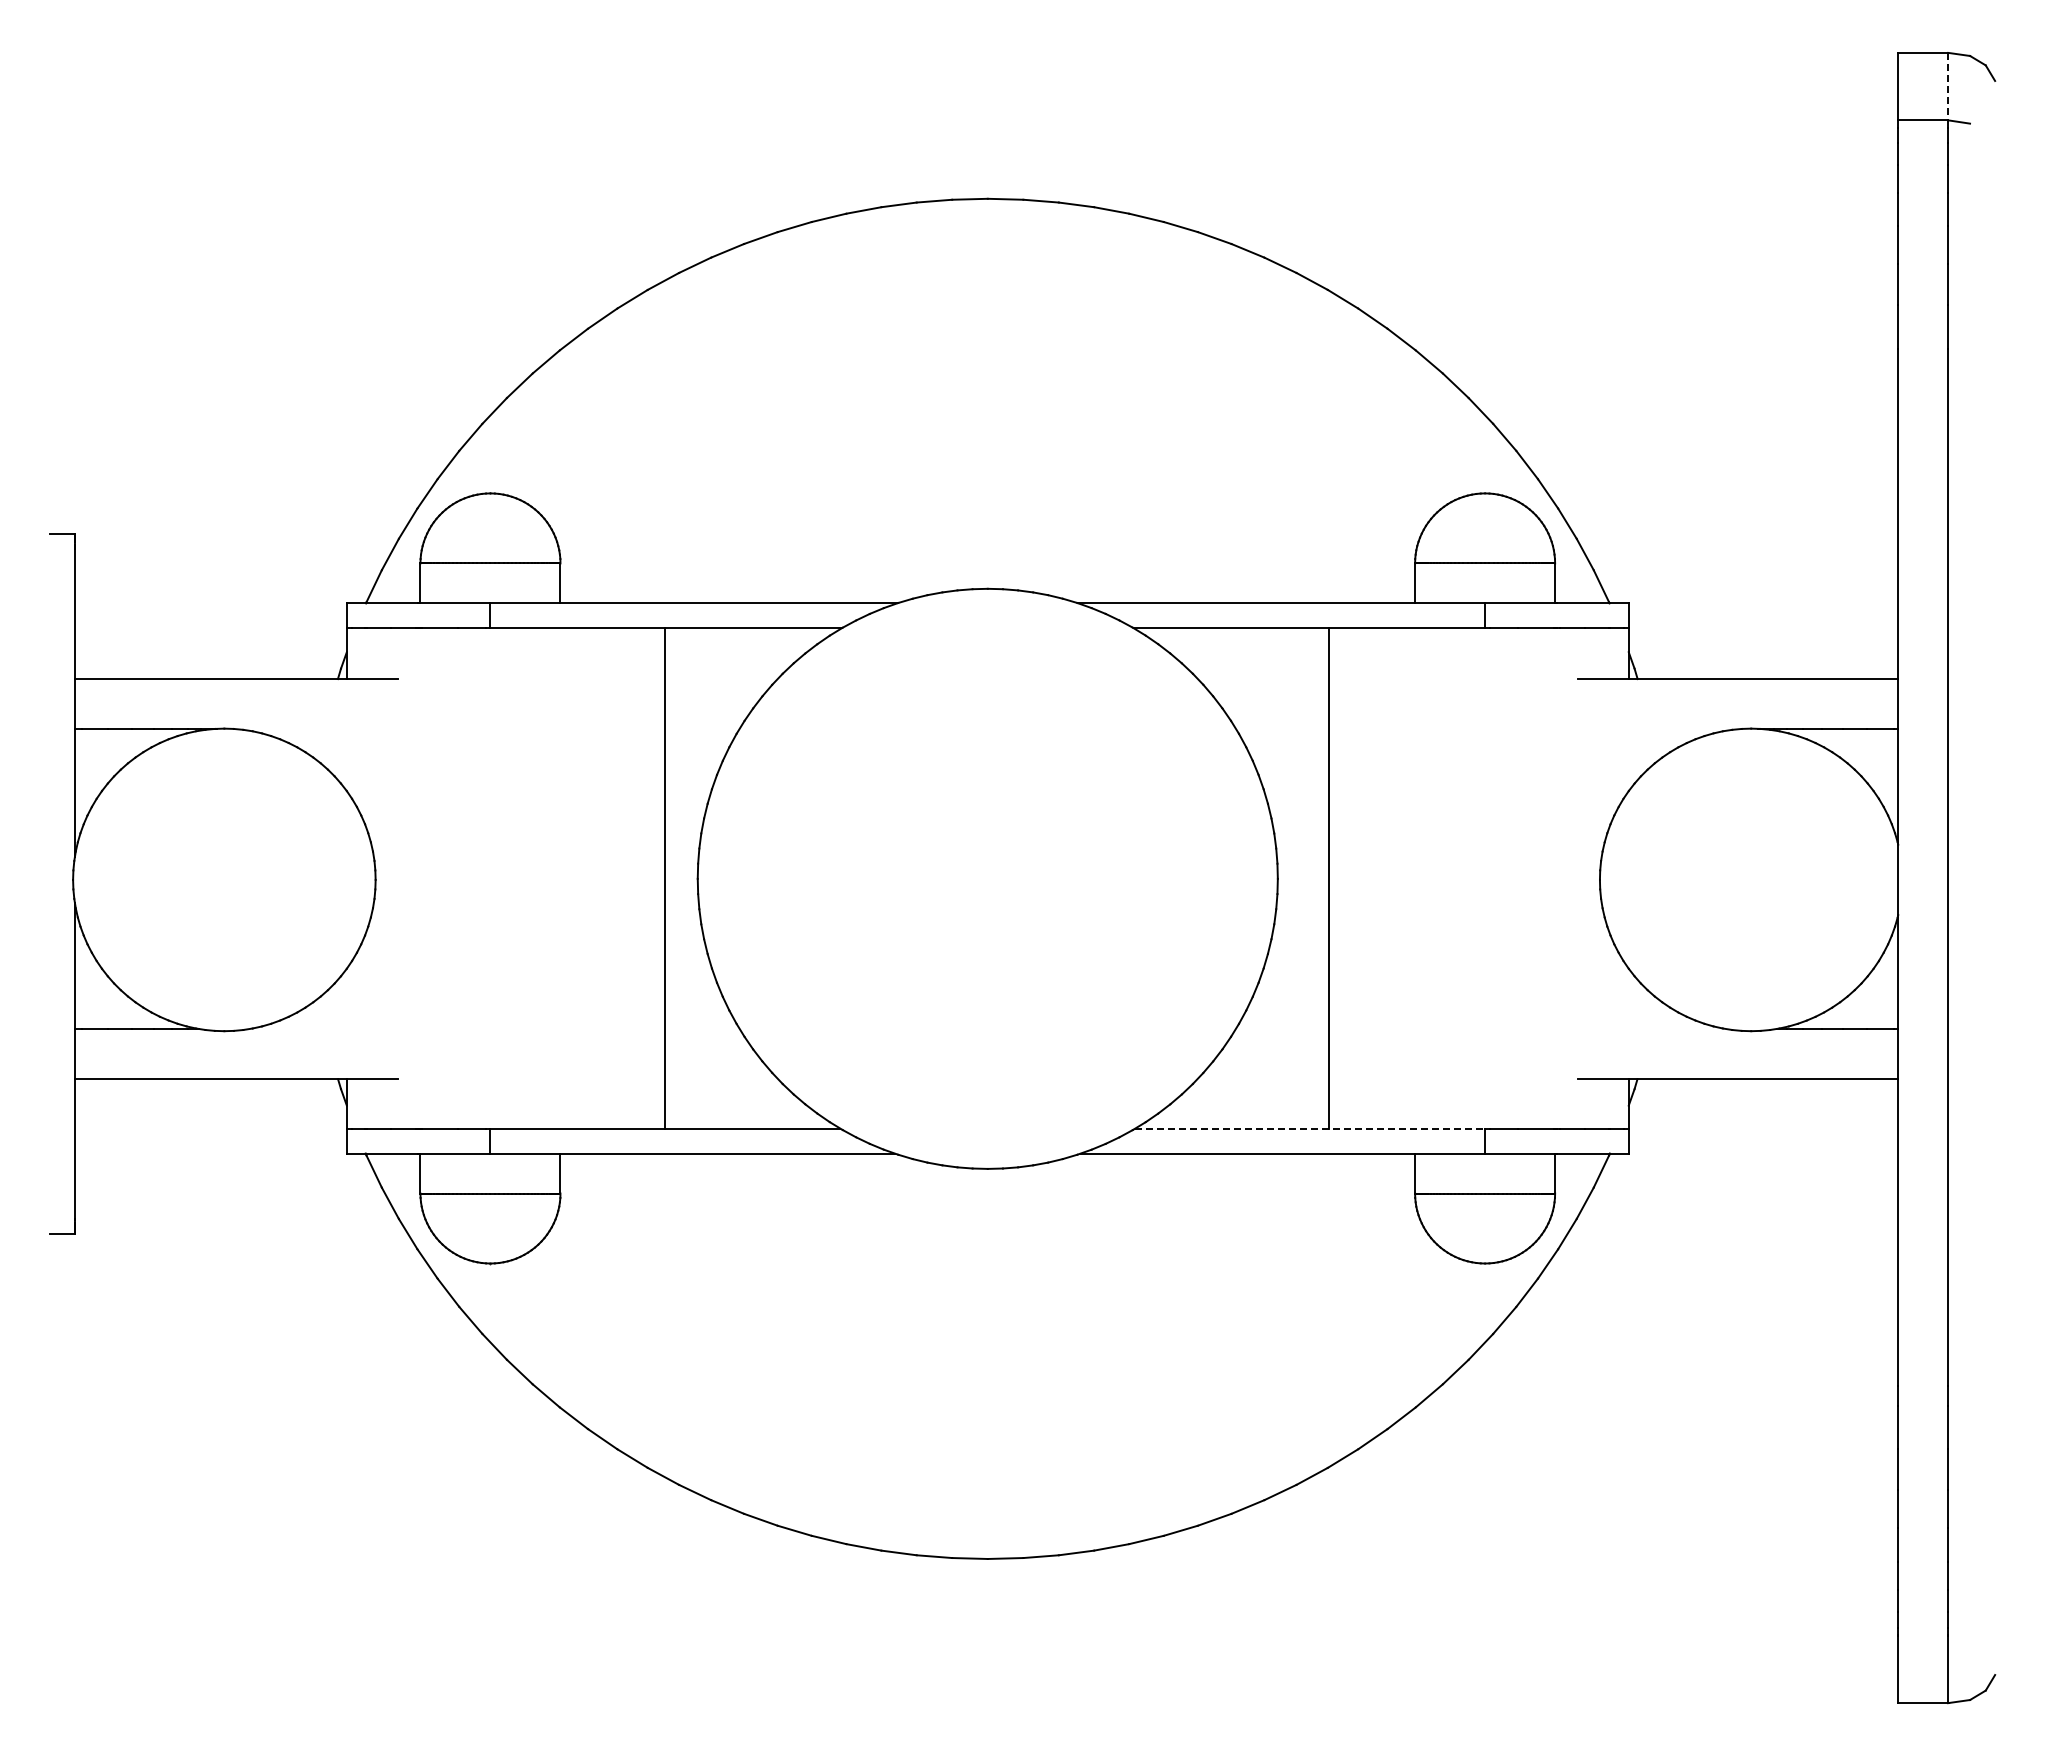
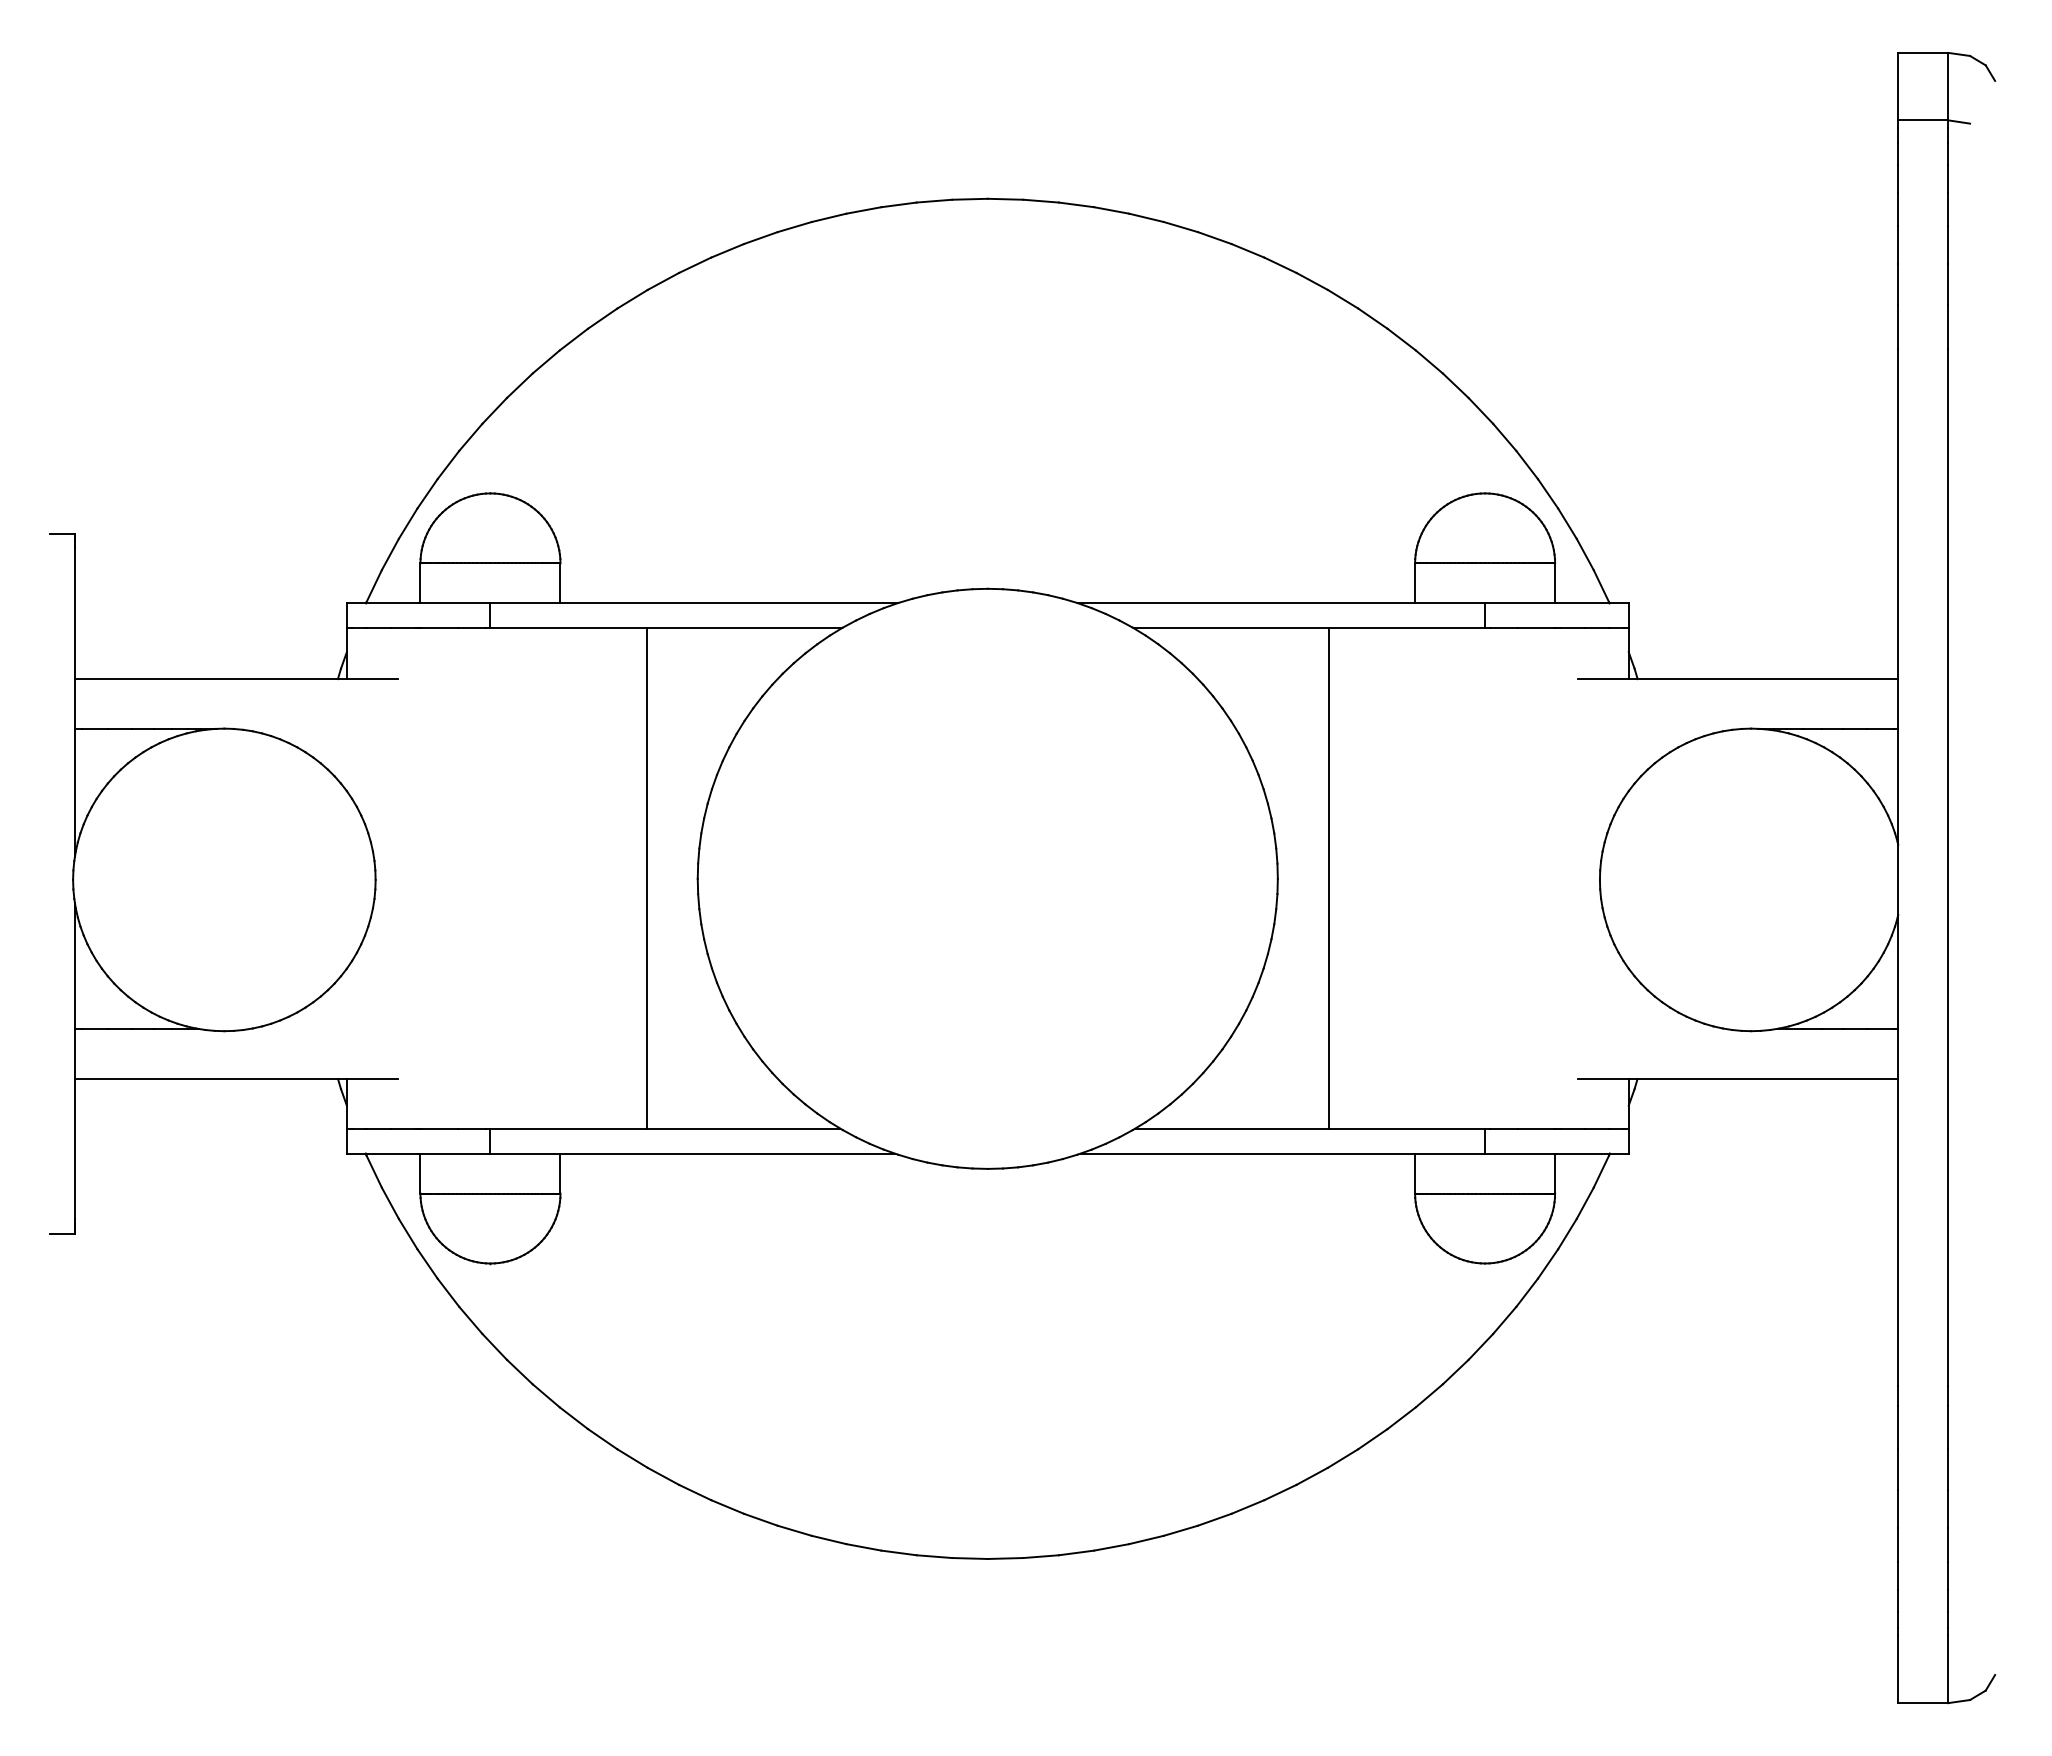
line at (1948, 86): dashed -> solid
line at (664, 878) position: (664, 878) -> (646, 878)
line at (1310, 1128): dashed -> solid
